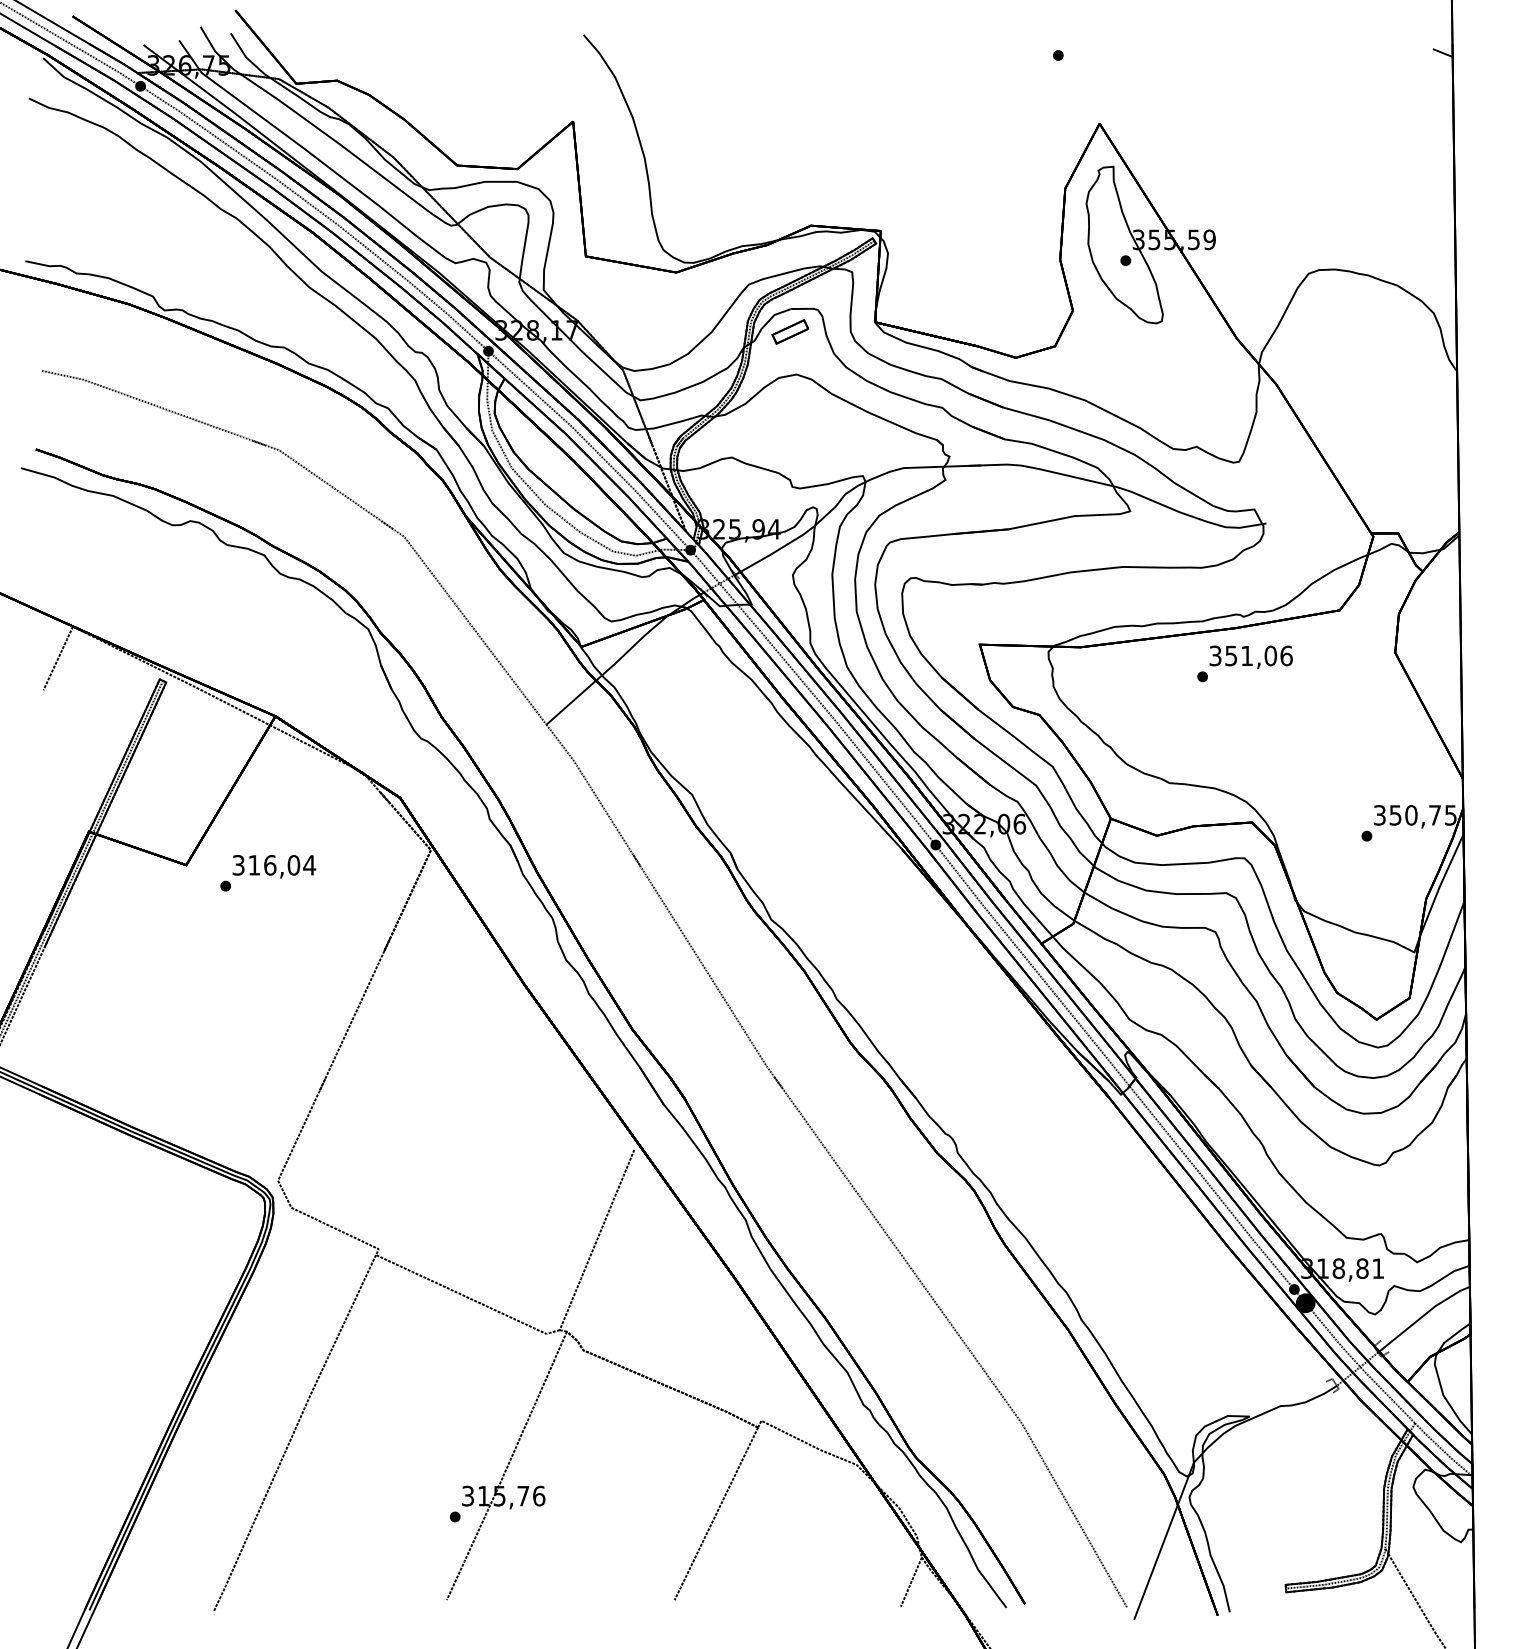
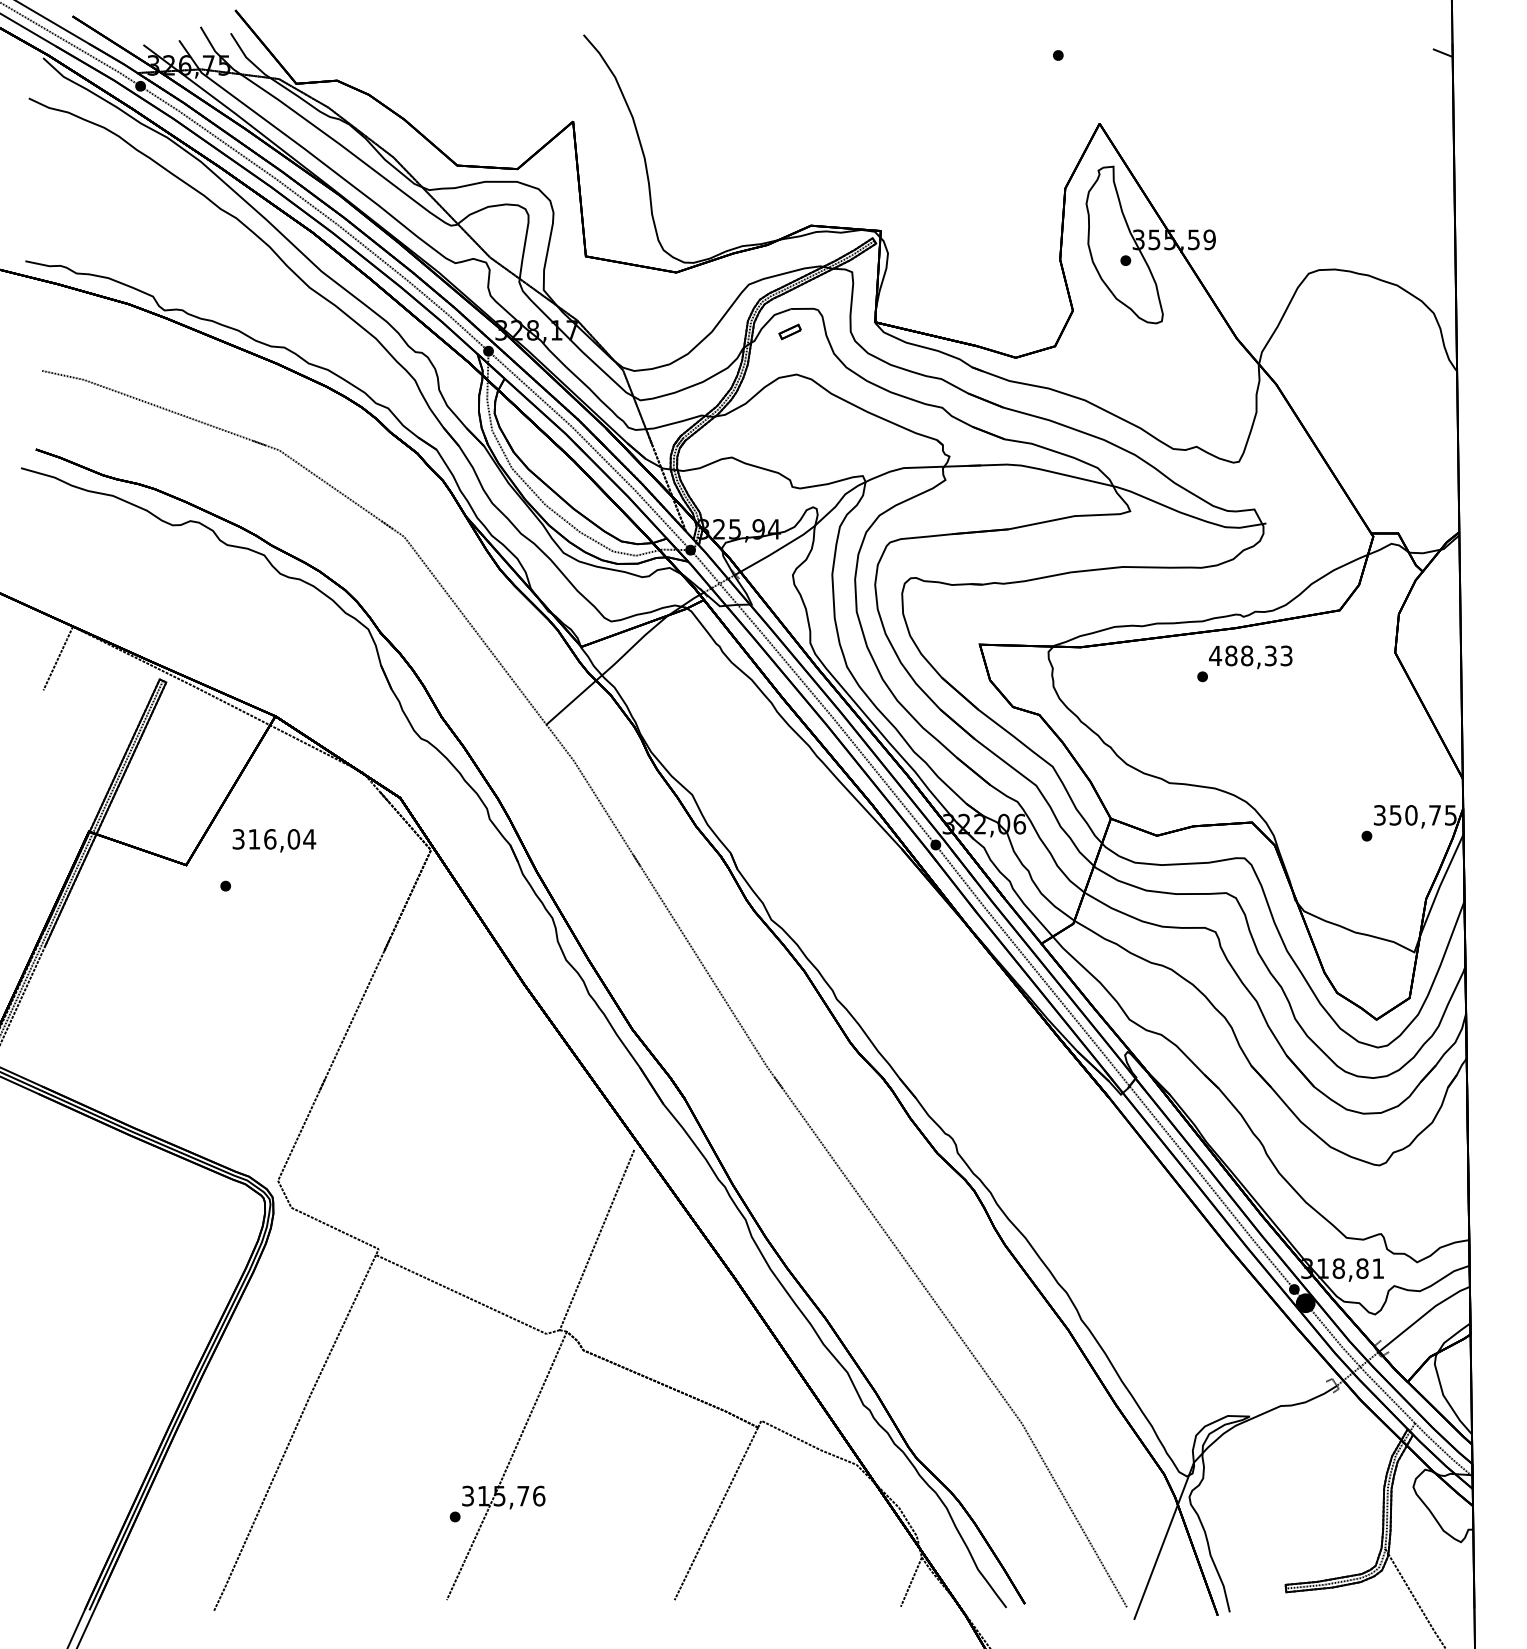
part at (789, 331) size: 38x26 px -> 24x18 px
text at (1250, 655): 351,06 -> 488,33
text at (274, 866) position: (274, 866) -> (274, 840)
